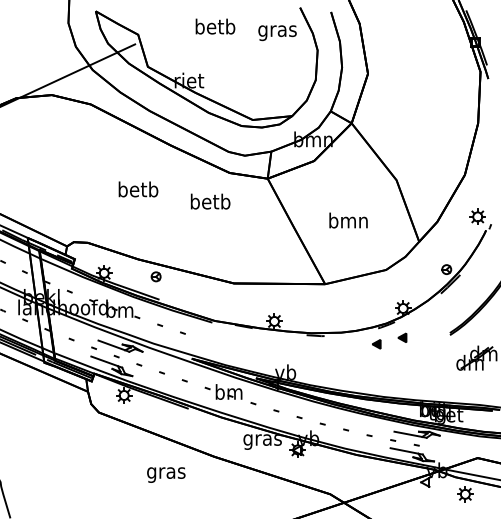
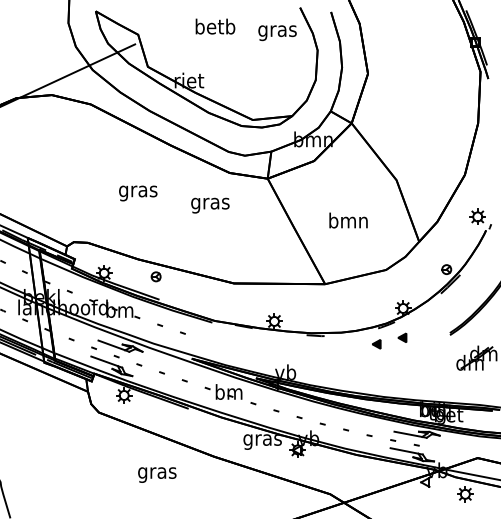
text at (138, 191): betb -> gras
text at (210, 203): betb -> gras
text at (166, 474) position: (166, 474) -> (157, 474)
